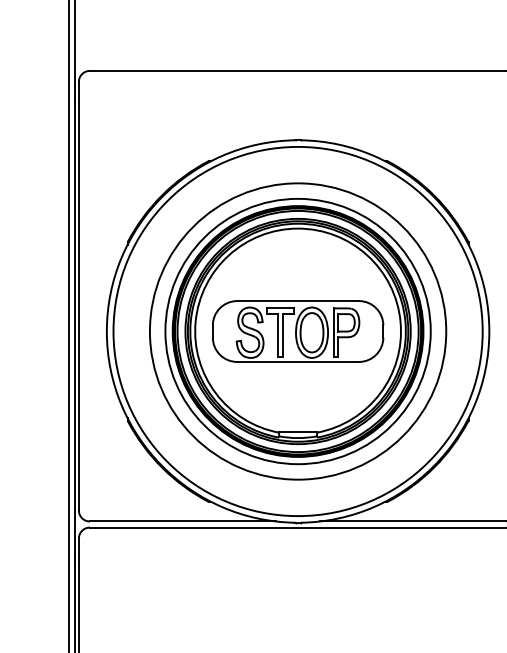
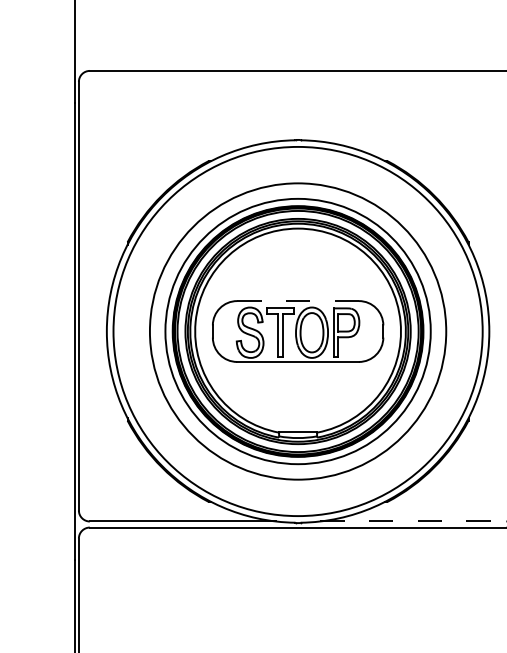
line at (298, 301): solid -> dashed
line at (69, 325): present -> none
line at (413, 521): solid -> dashed
